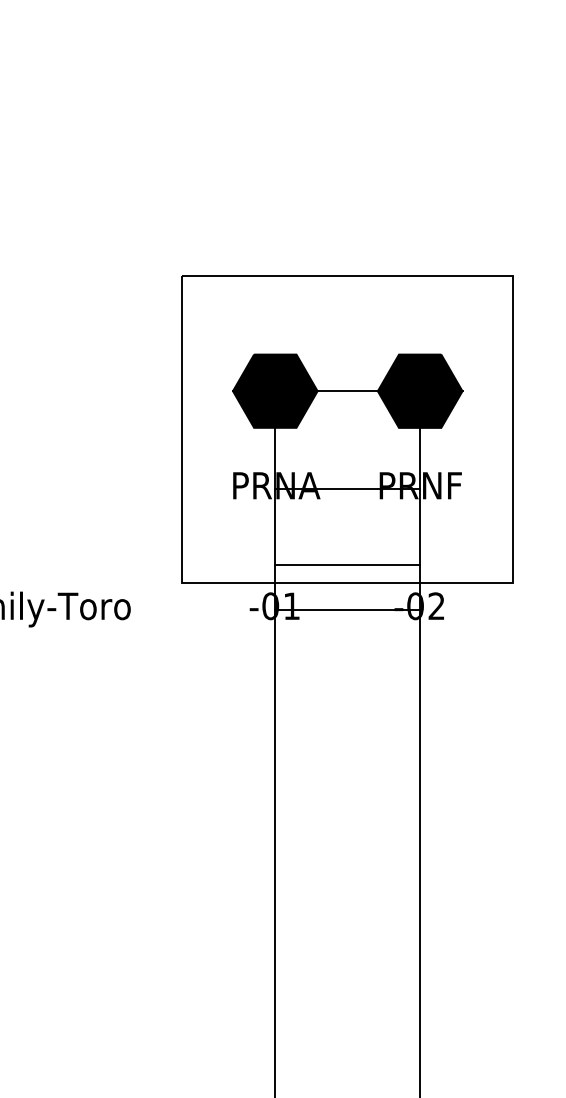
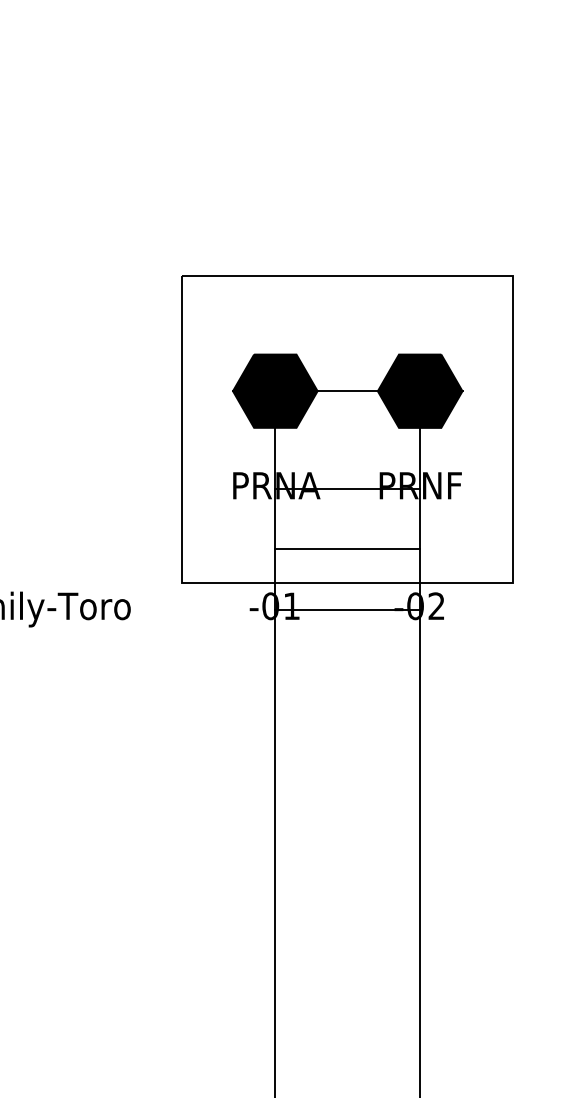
line at (347, 565) position: (347, 565) -> (347, 549)
